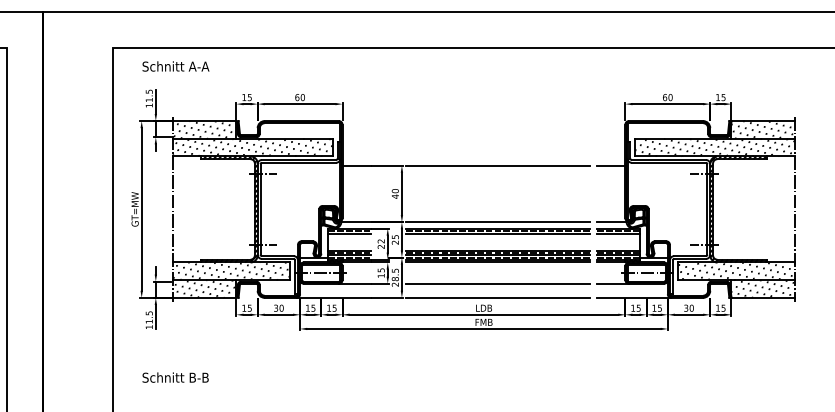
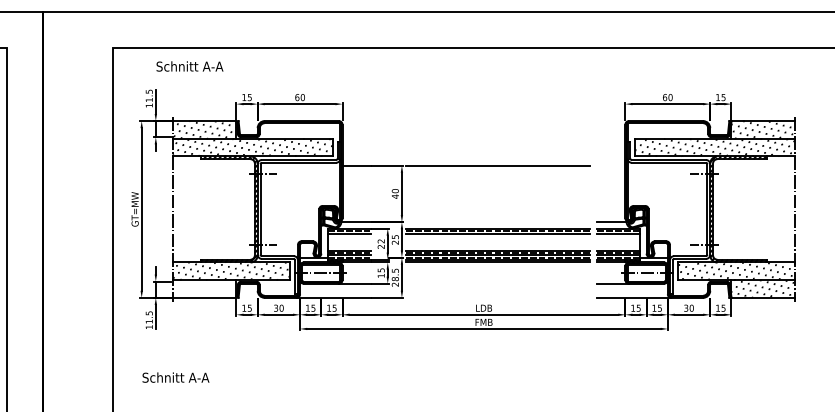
text at (175, 66) position: (175, 66) -> (189, 66)
line at (611, 165): present -> none
line at (498, 222): present -> none
line at (498, 283): present -> none
hatch at (205, 288): present -> none
line at (498, 297): present -> none
text at (198, 377): Schnitt B-B -> Schnitt A-A
